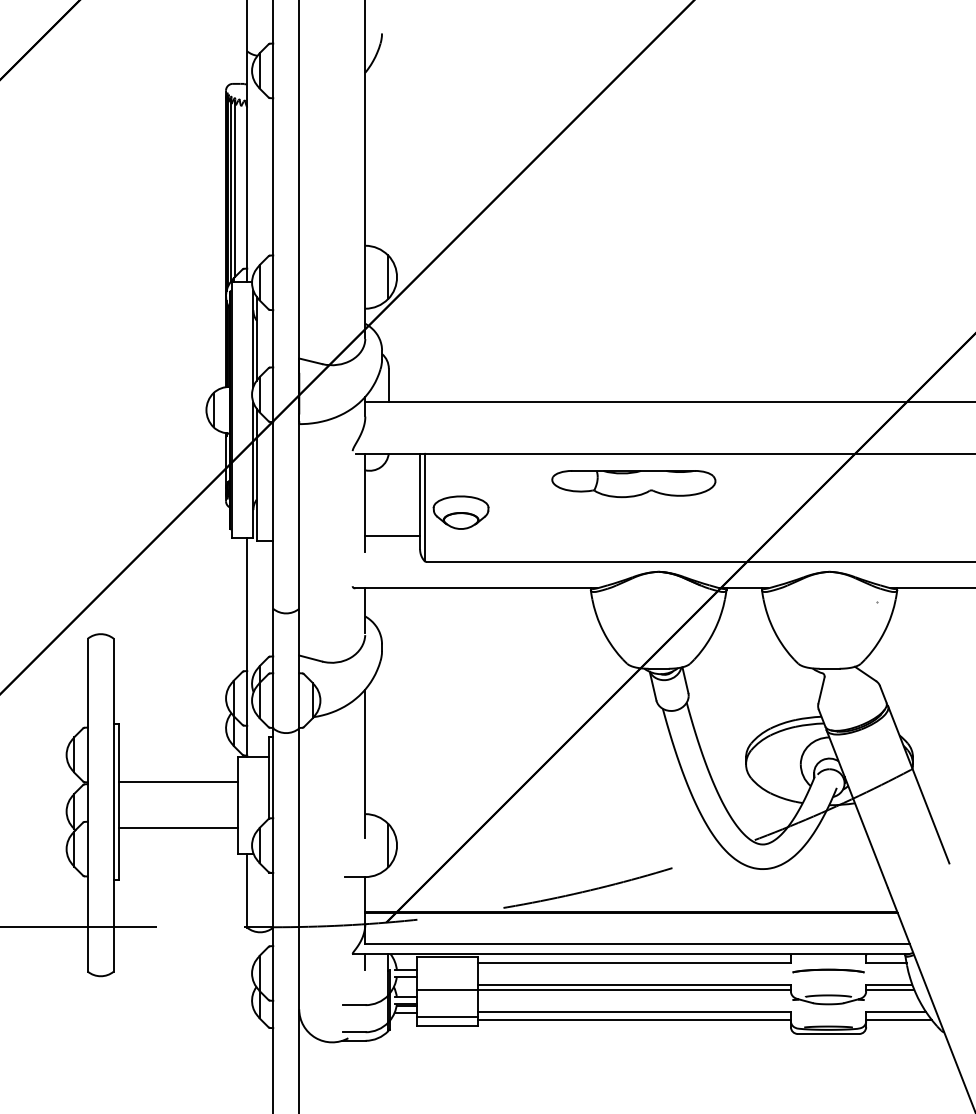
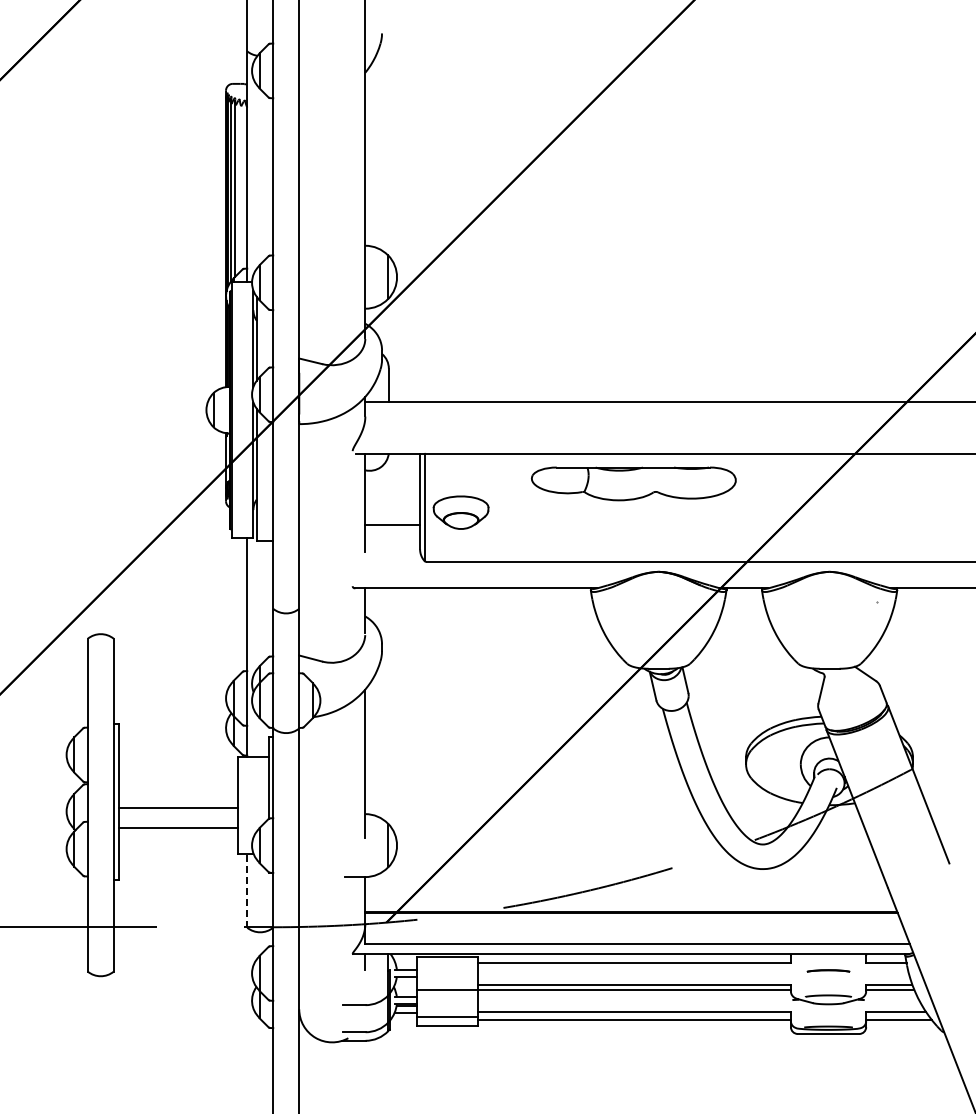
part at (633, 484) size: 166x29 px -> 206x36 px
line at (392, 536) position: (392, 536) -> (392, 525)
line at (178, 782) position: (178, 782) -> (178, 808)
line at (247, 890): solid -> dashed
part at (828, 970) size: 73x6 px -> 45x4 px
